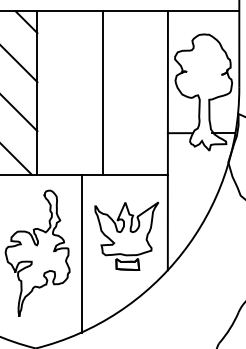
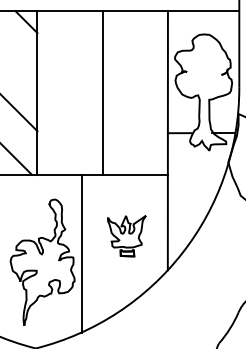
line at (19, 64): present -> none
part at (126, 235) size: 66x70 px -> 40x43 px
part at (37, 252) position: (37, 252) -> (42, 261)
